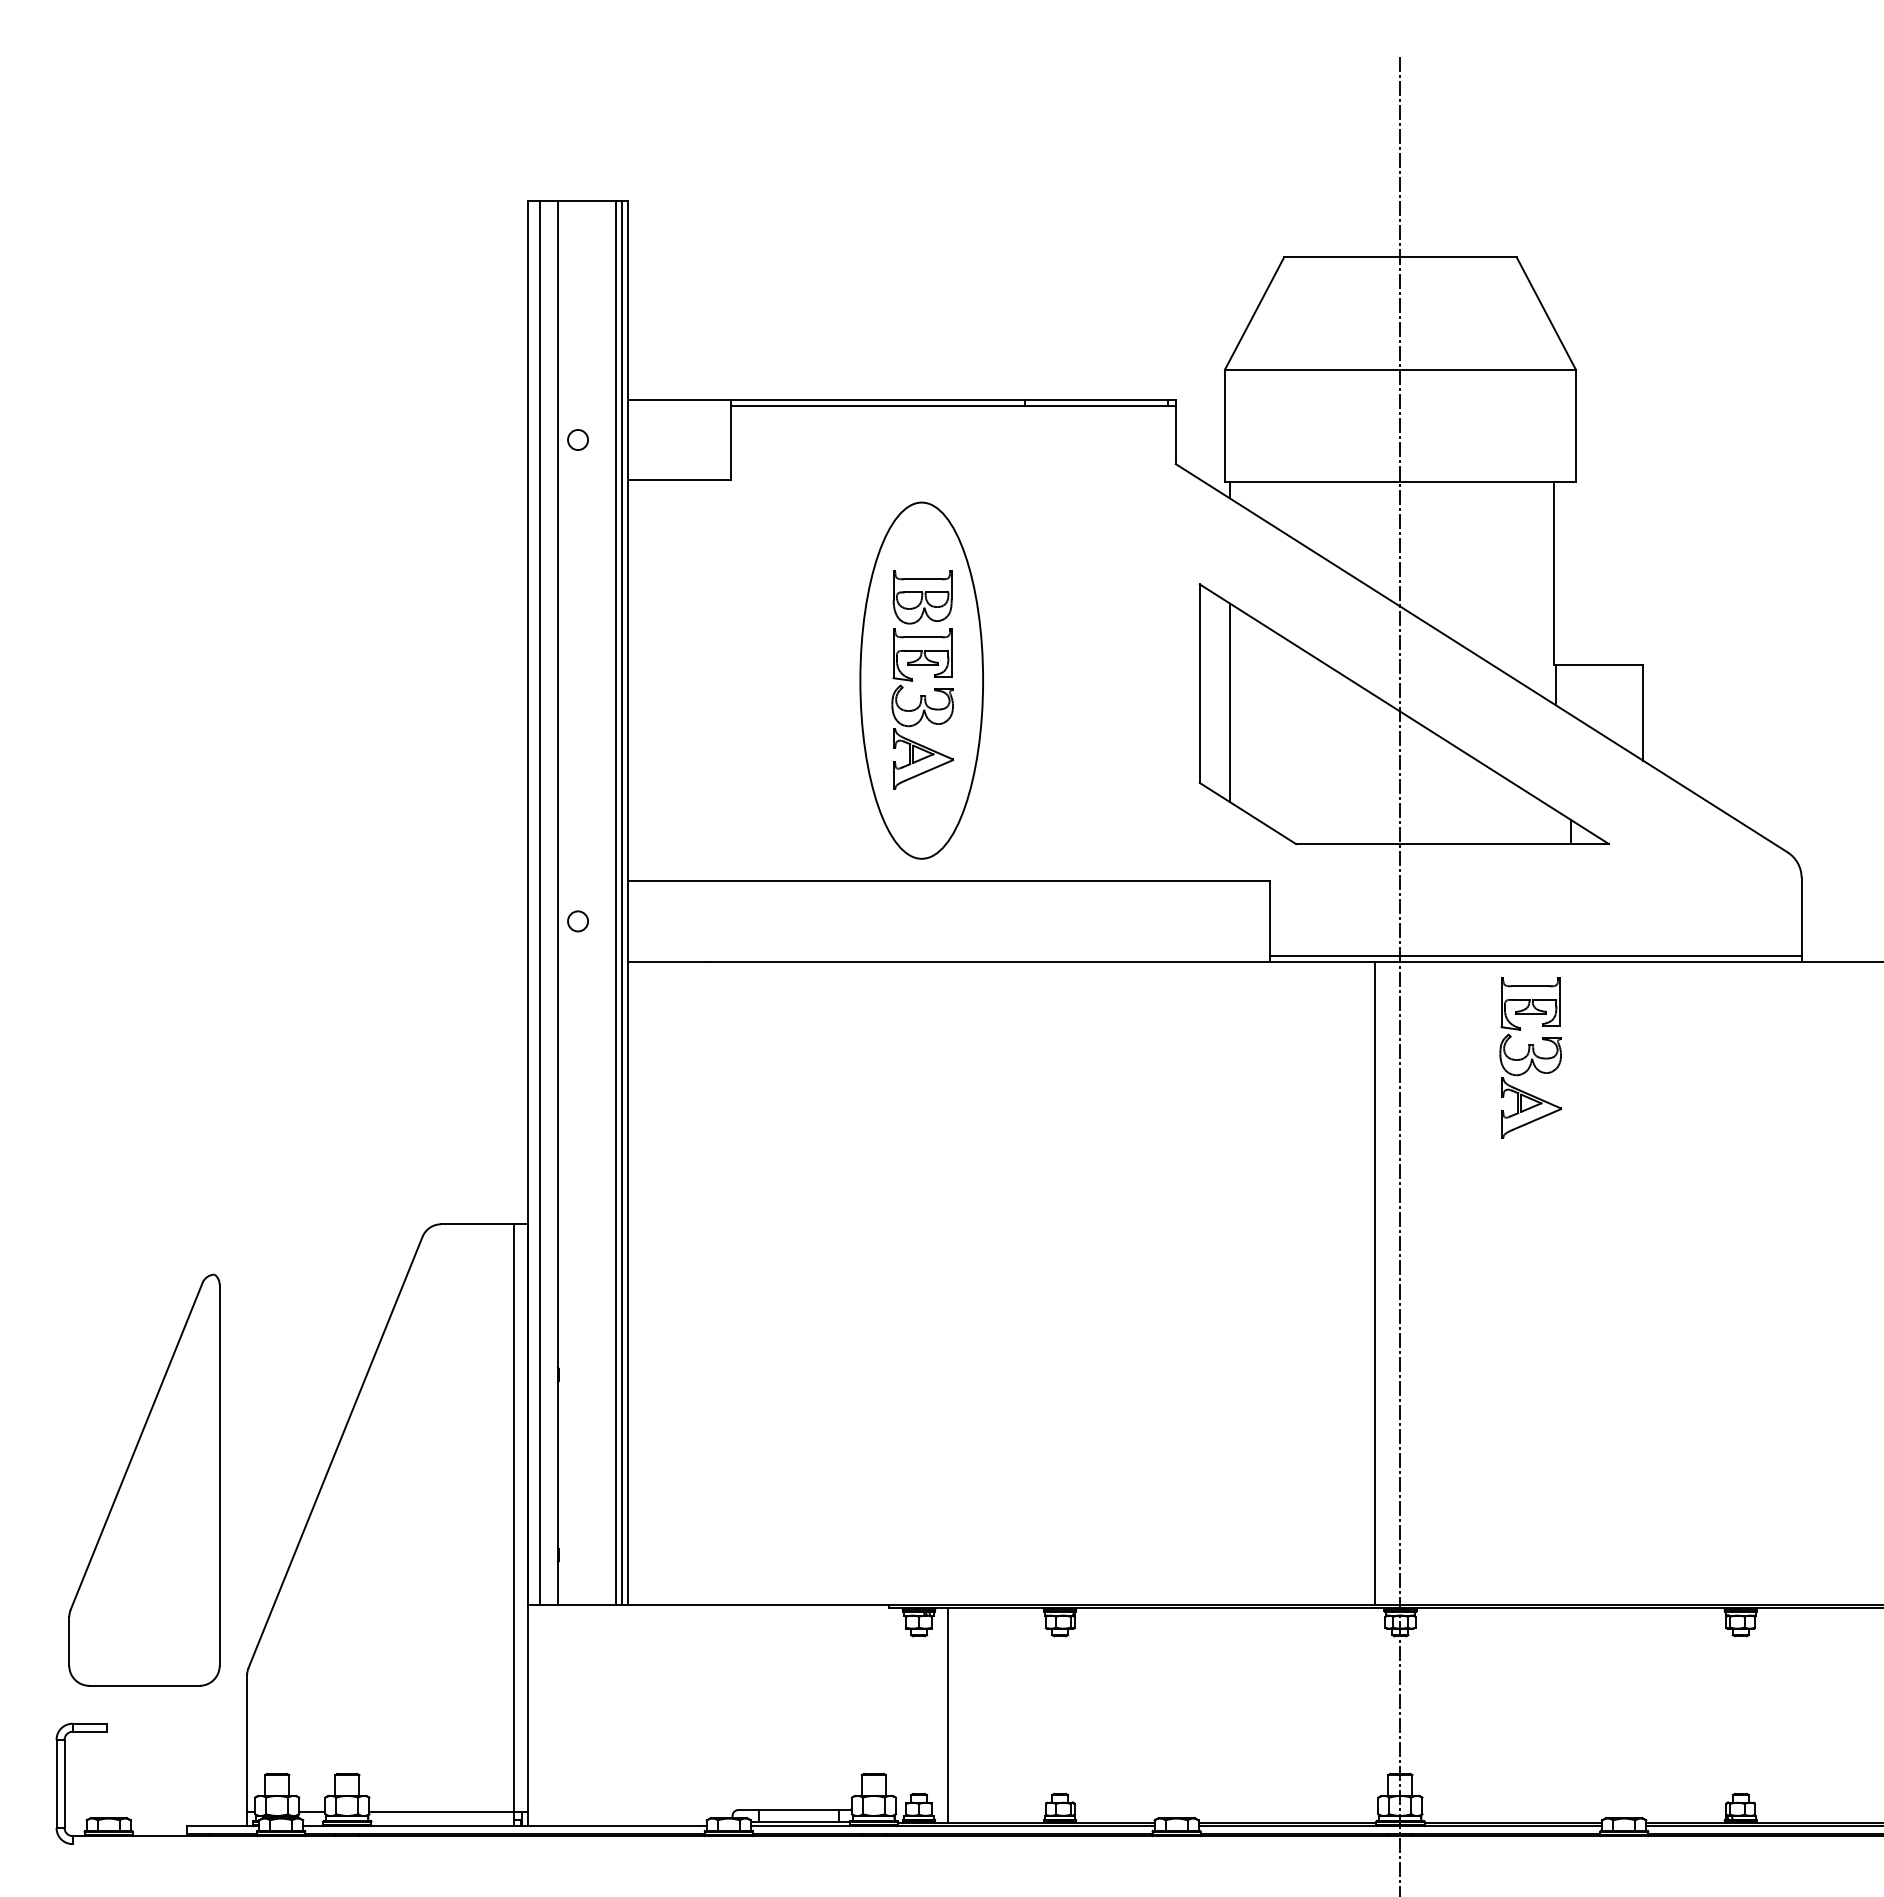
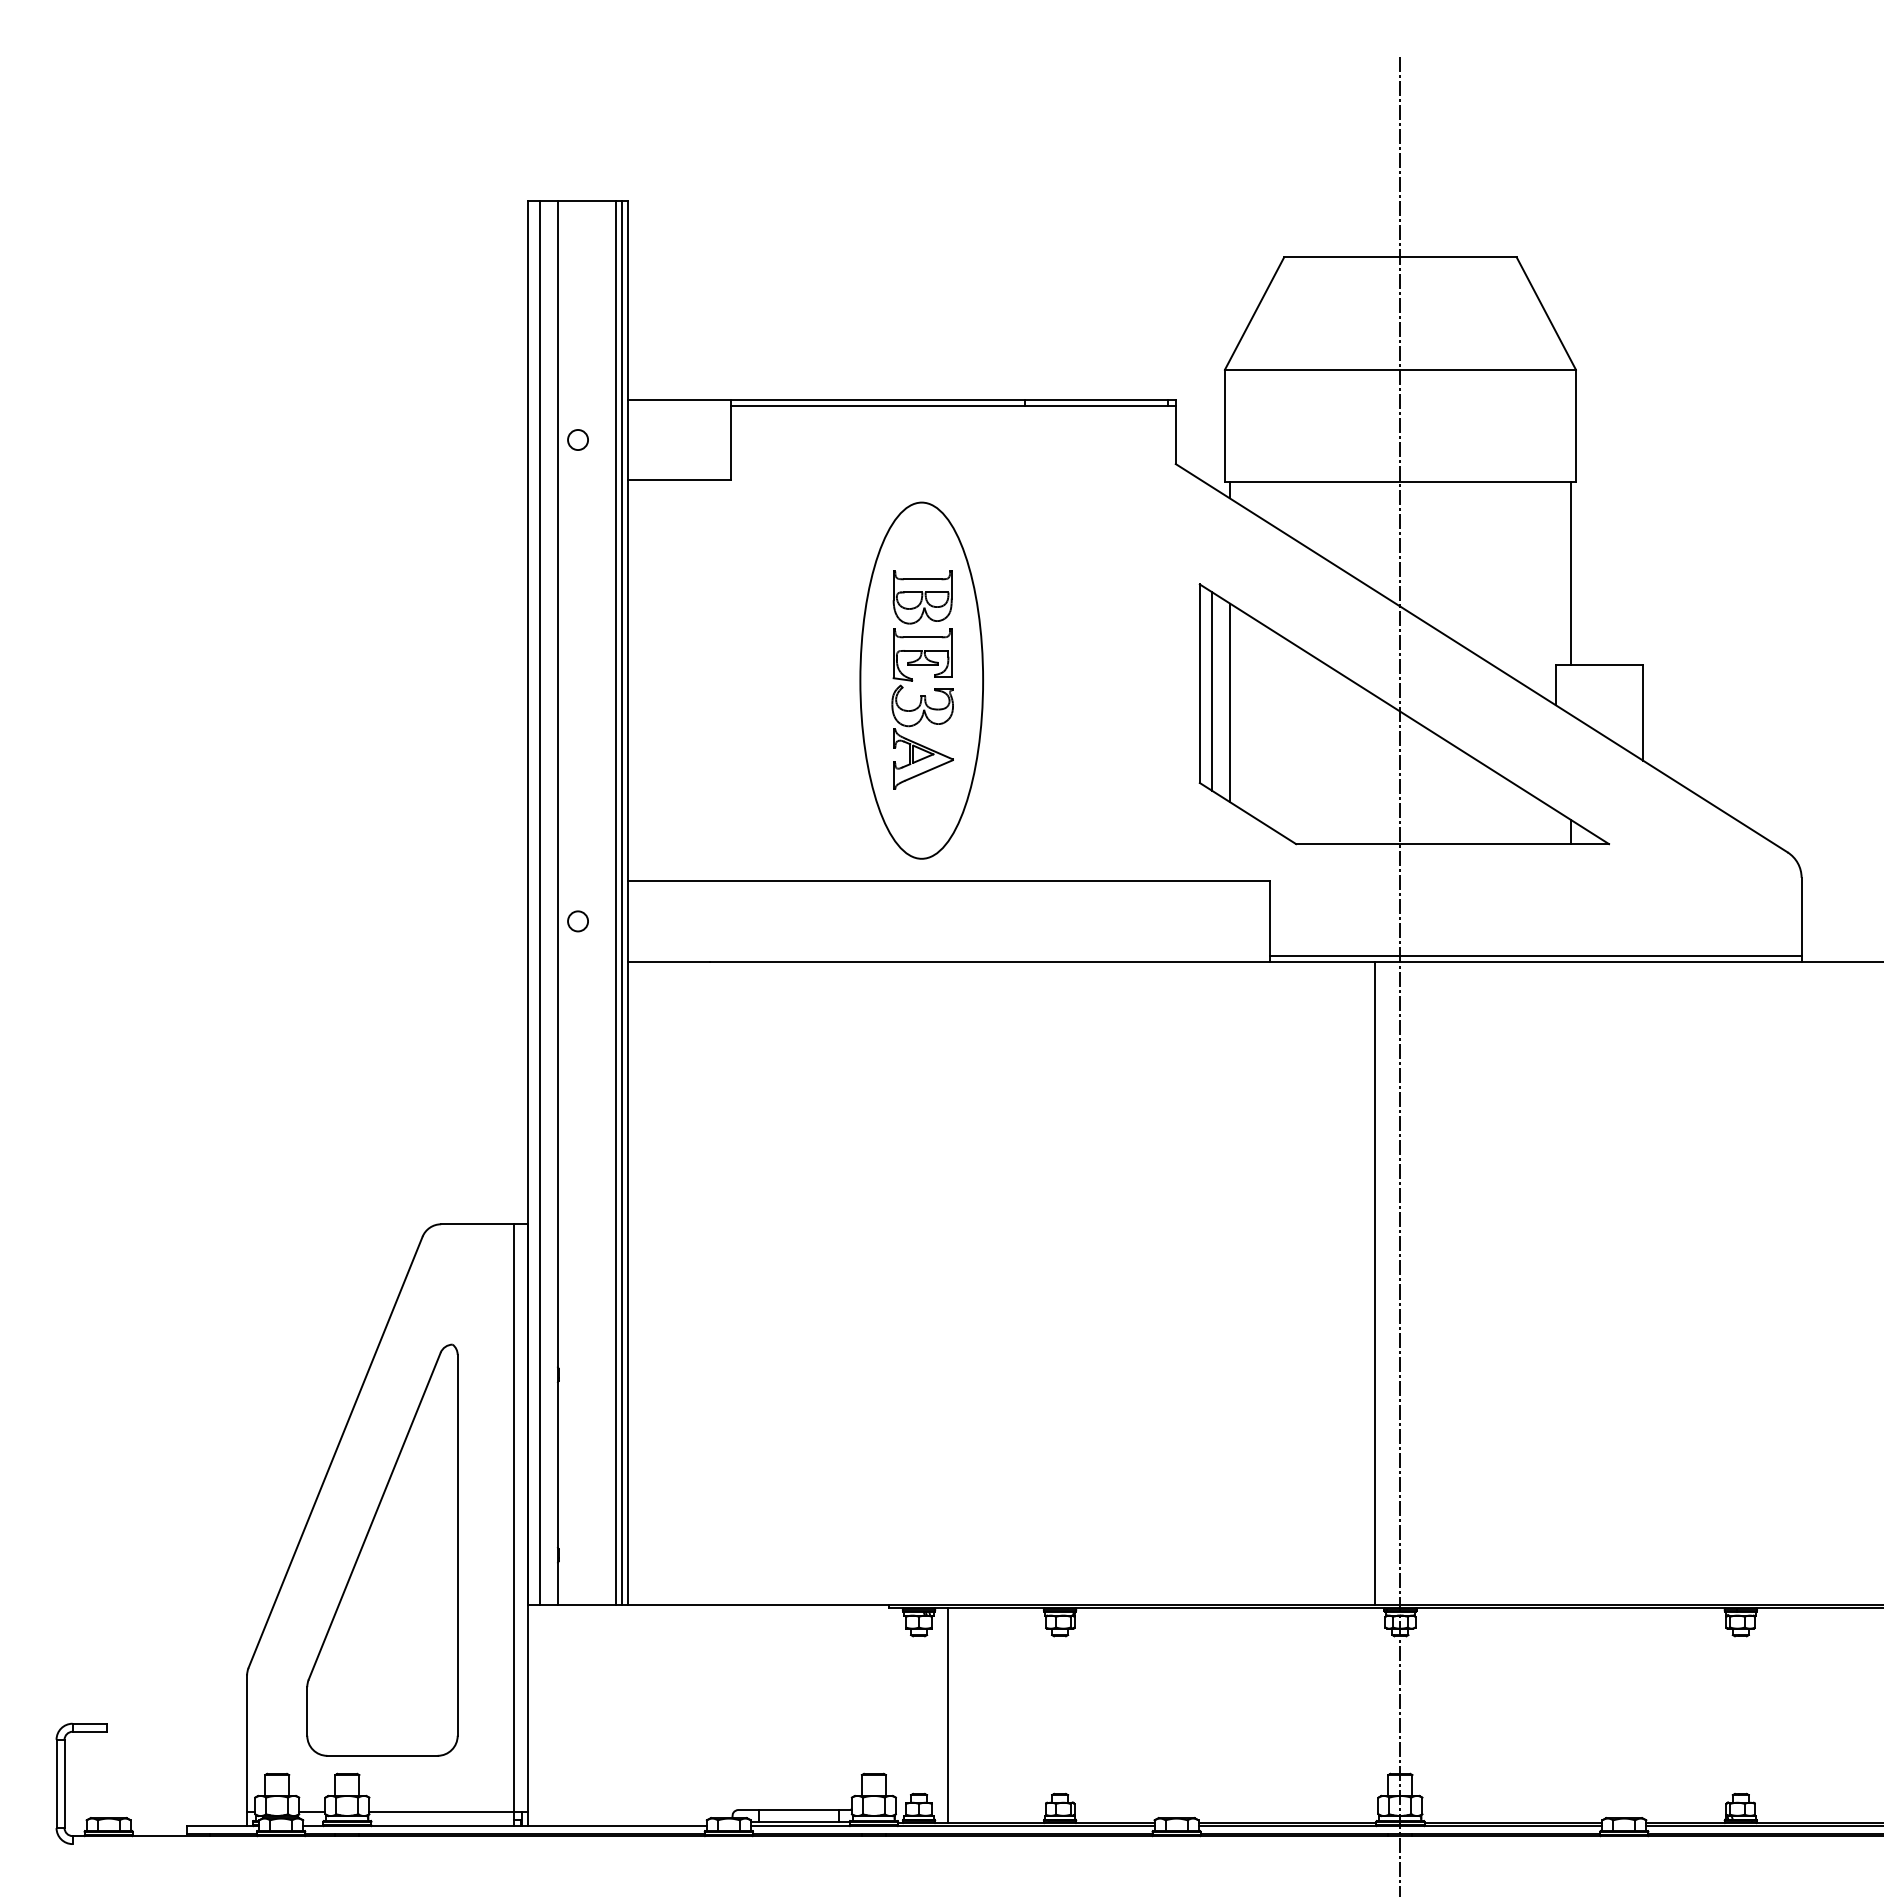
line at (1553, 573) position: (1553, 573) -> (1570, 573)
line at (1211, 691): none -> present
part at (1530, 1057): present -> none
part at (144, 1479) position: (144, 1479) -> (382, 1549)
